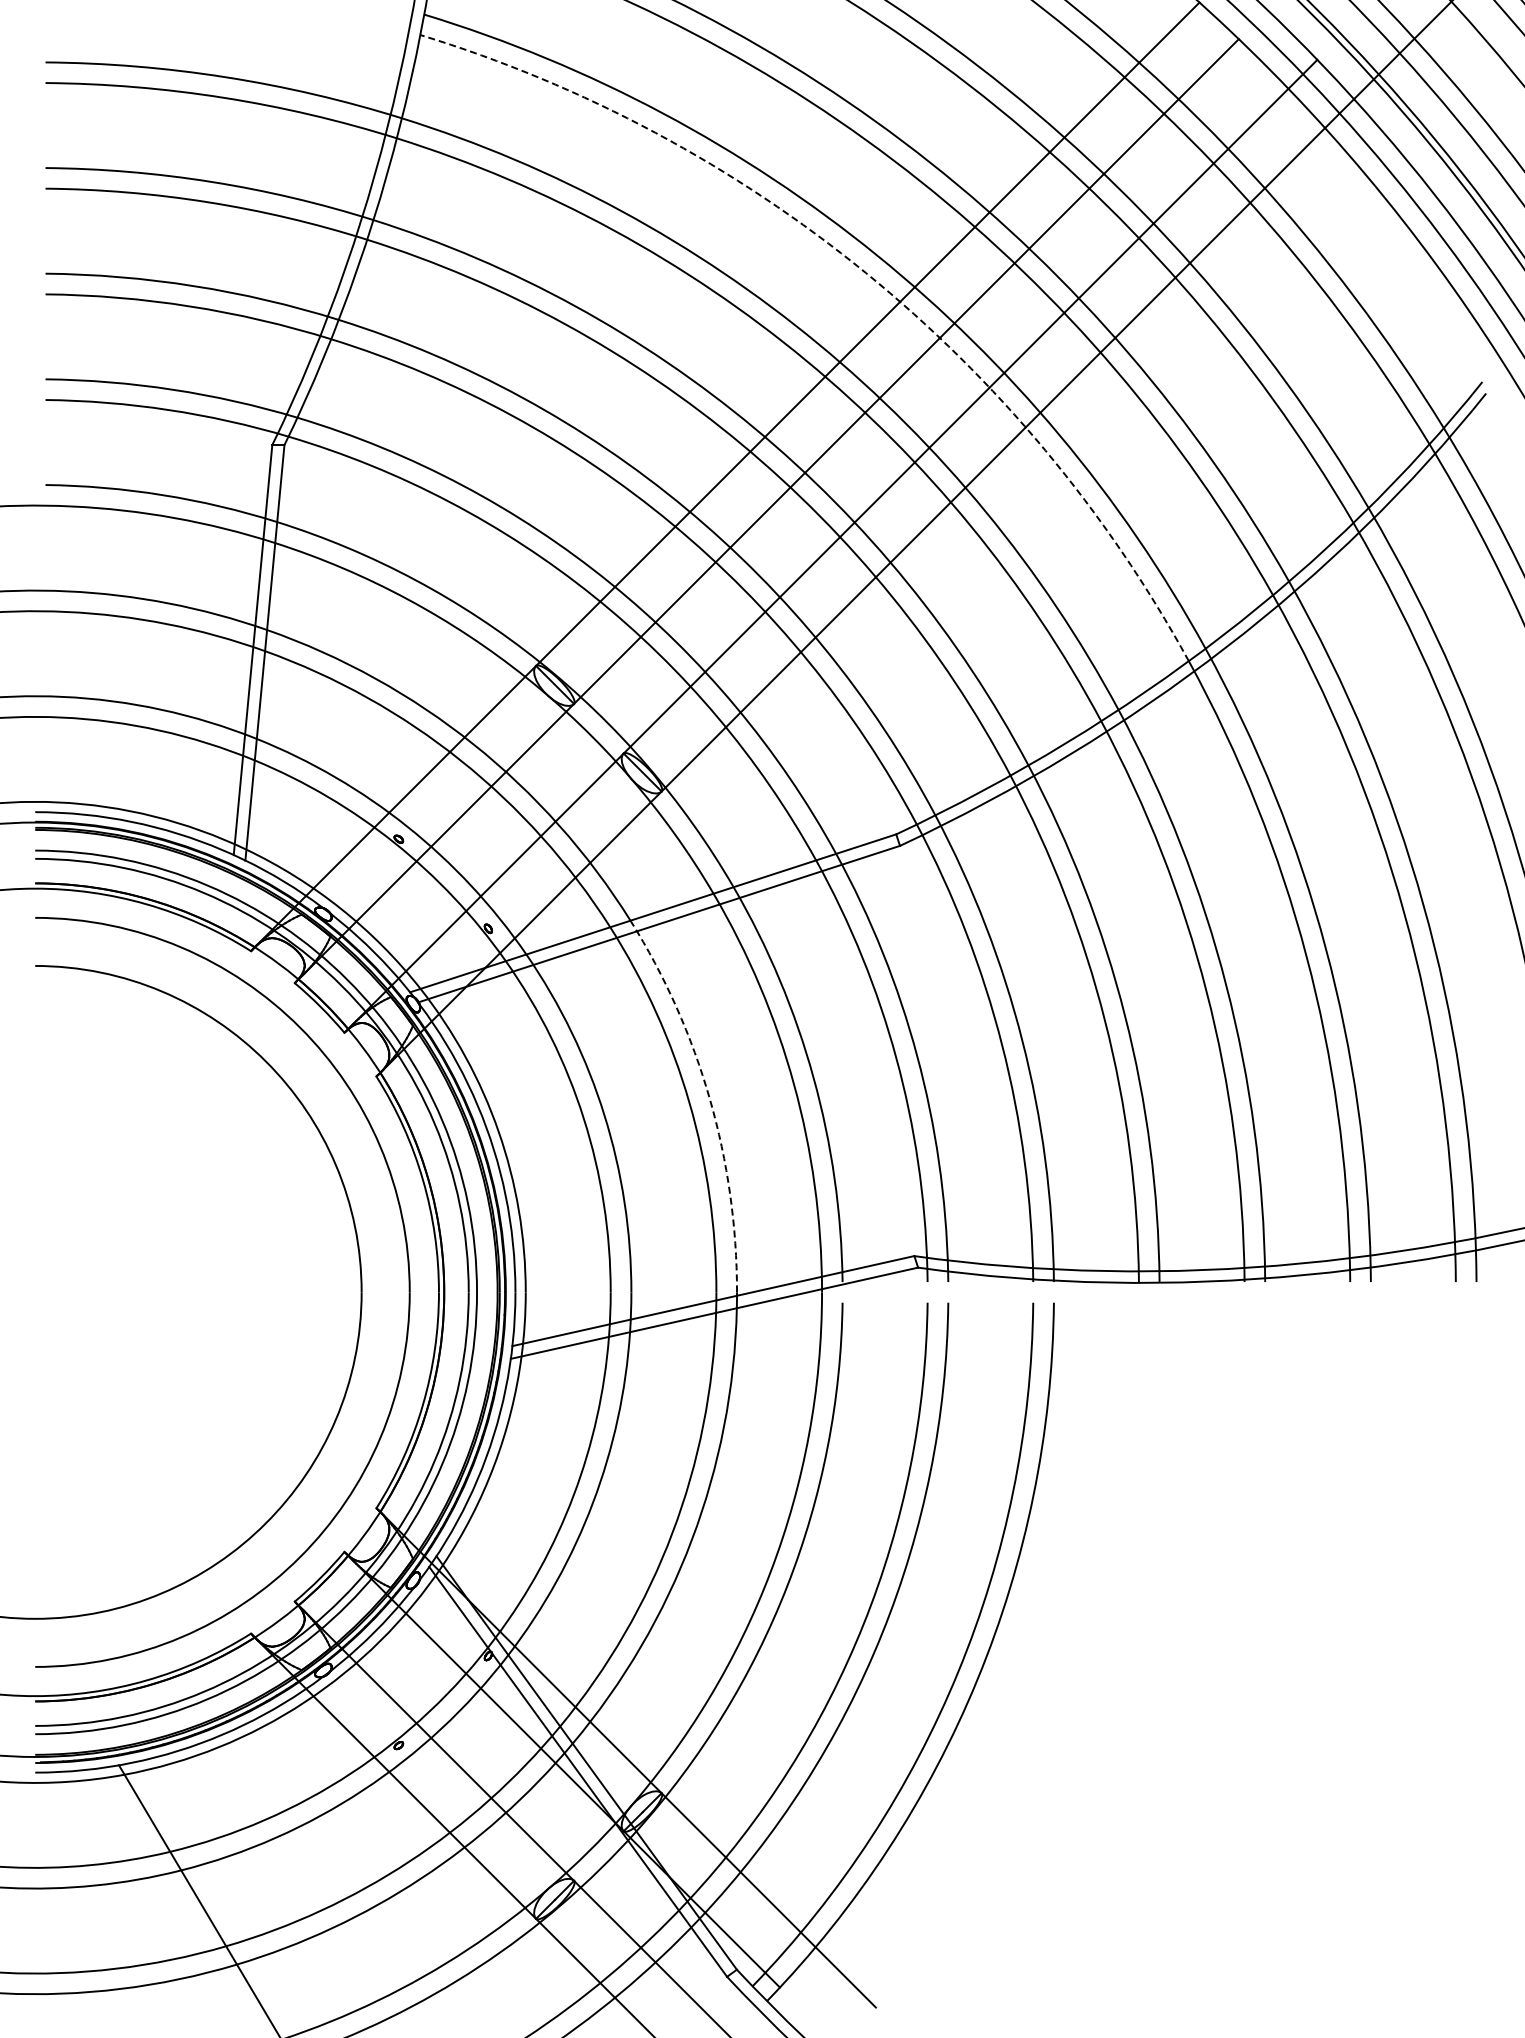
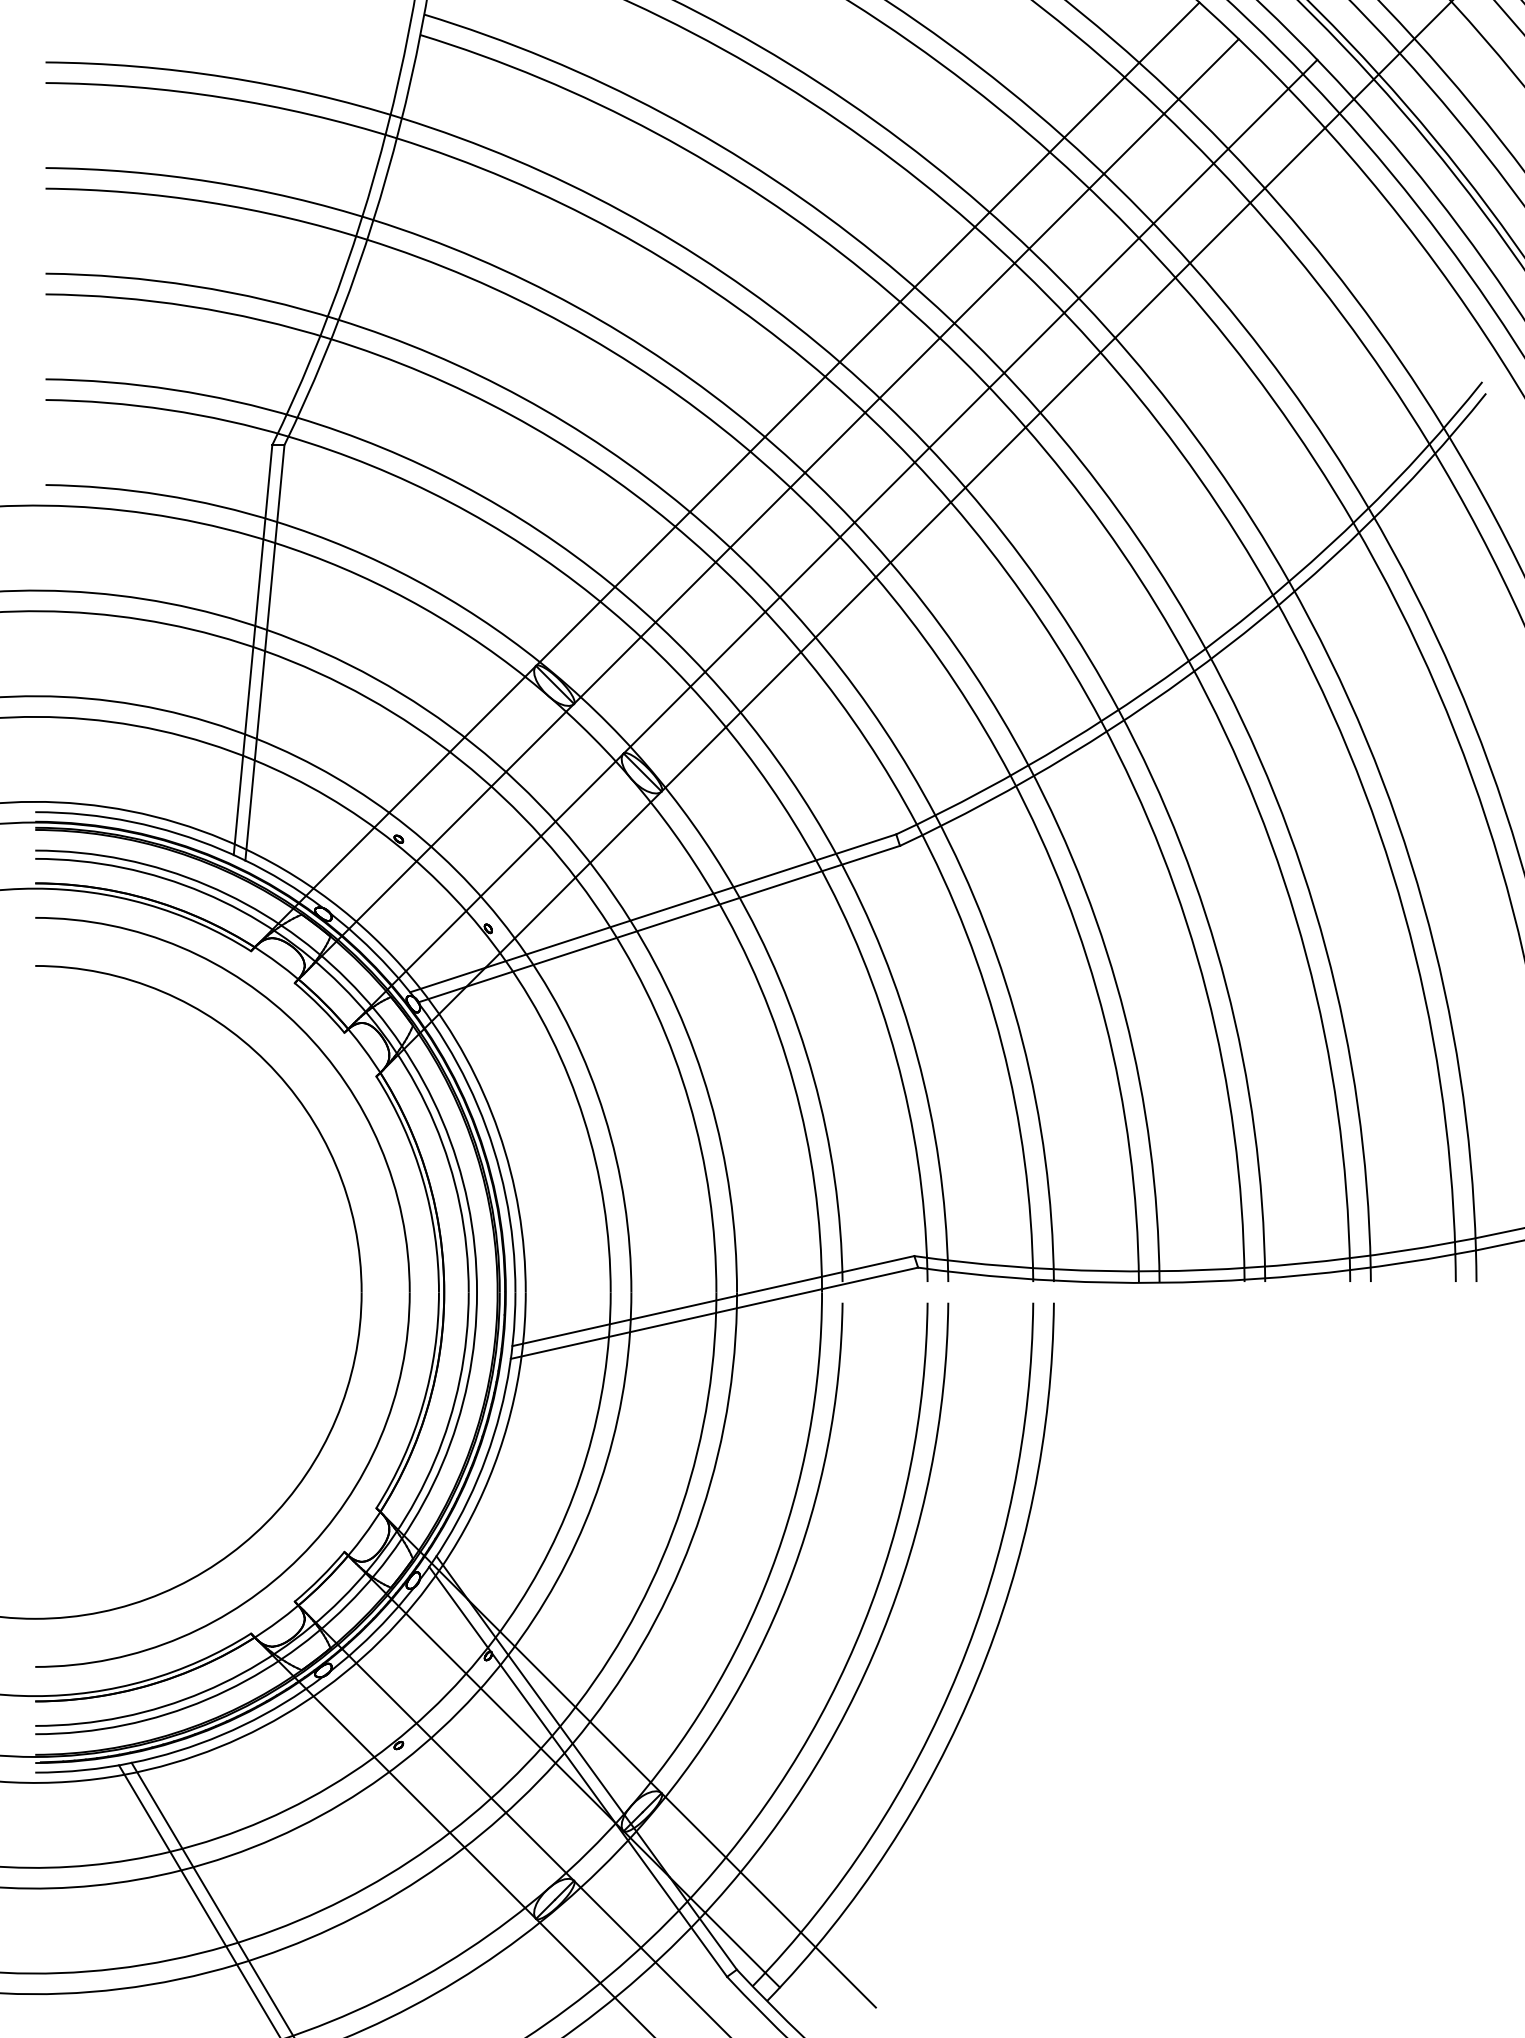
arc at (865, 272): dashed -> solid
arc at (709, 1099): dashed -> solid
line at (211, 1898): none -> present
